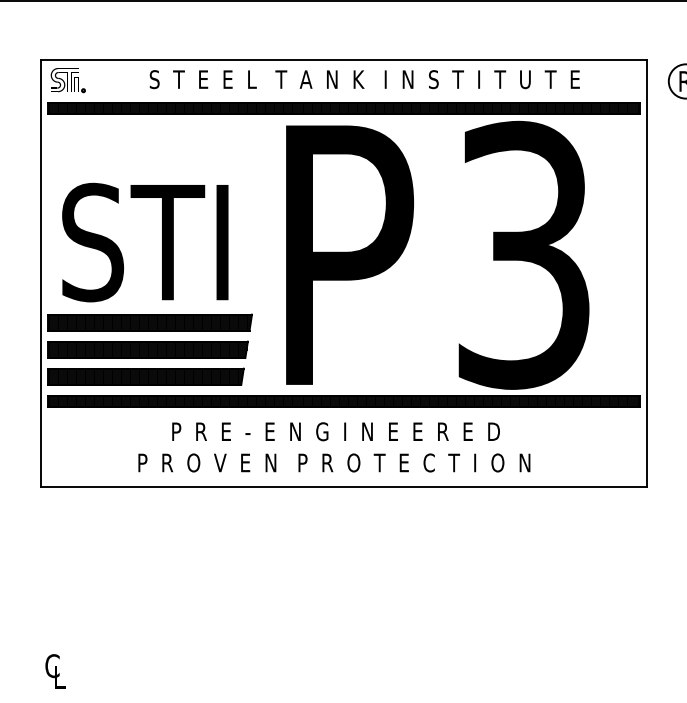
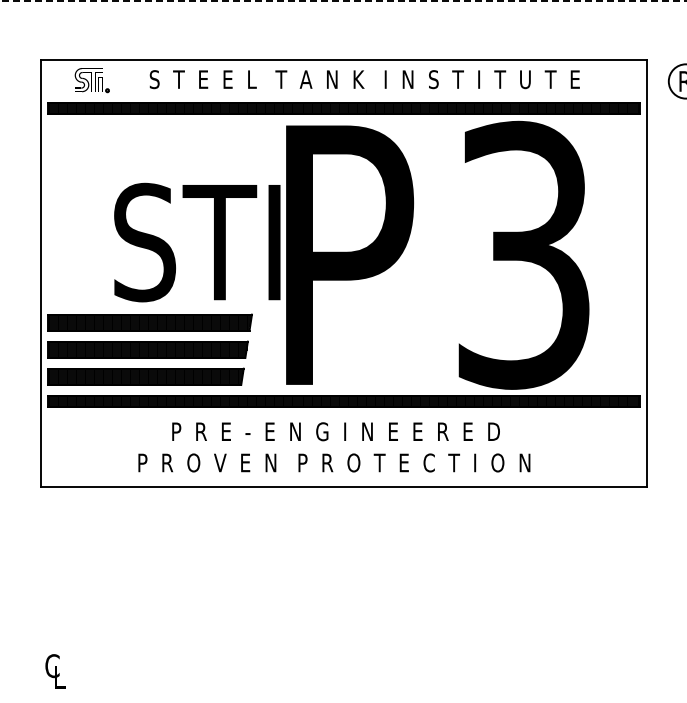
line at (343, 1): solid -> dashed
part at (67, 80) position: (67, 80) -> (91, 80)
text at (145, 242) position: (145, 242) -> (197, 242)
